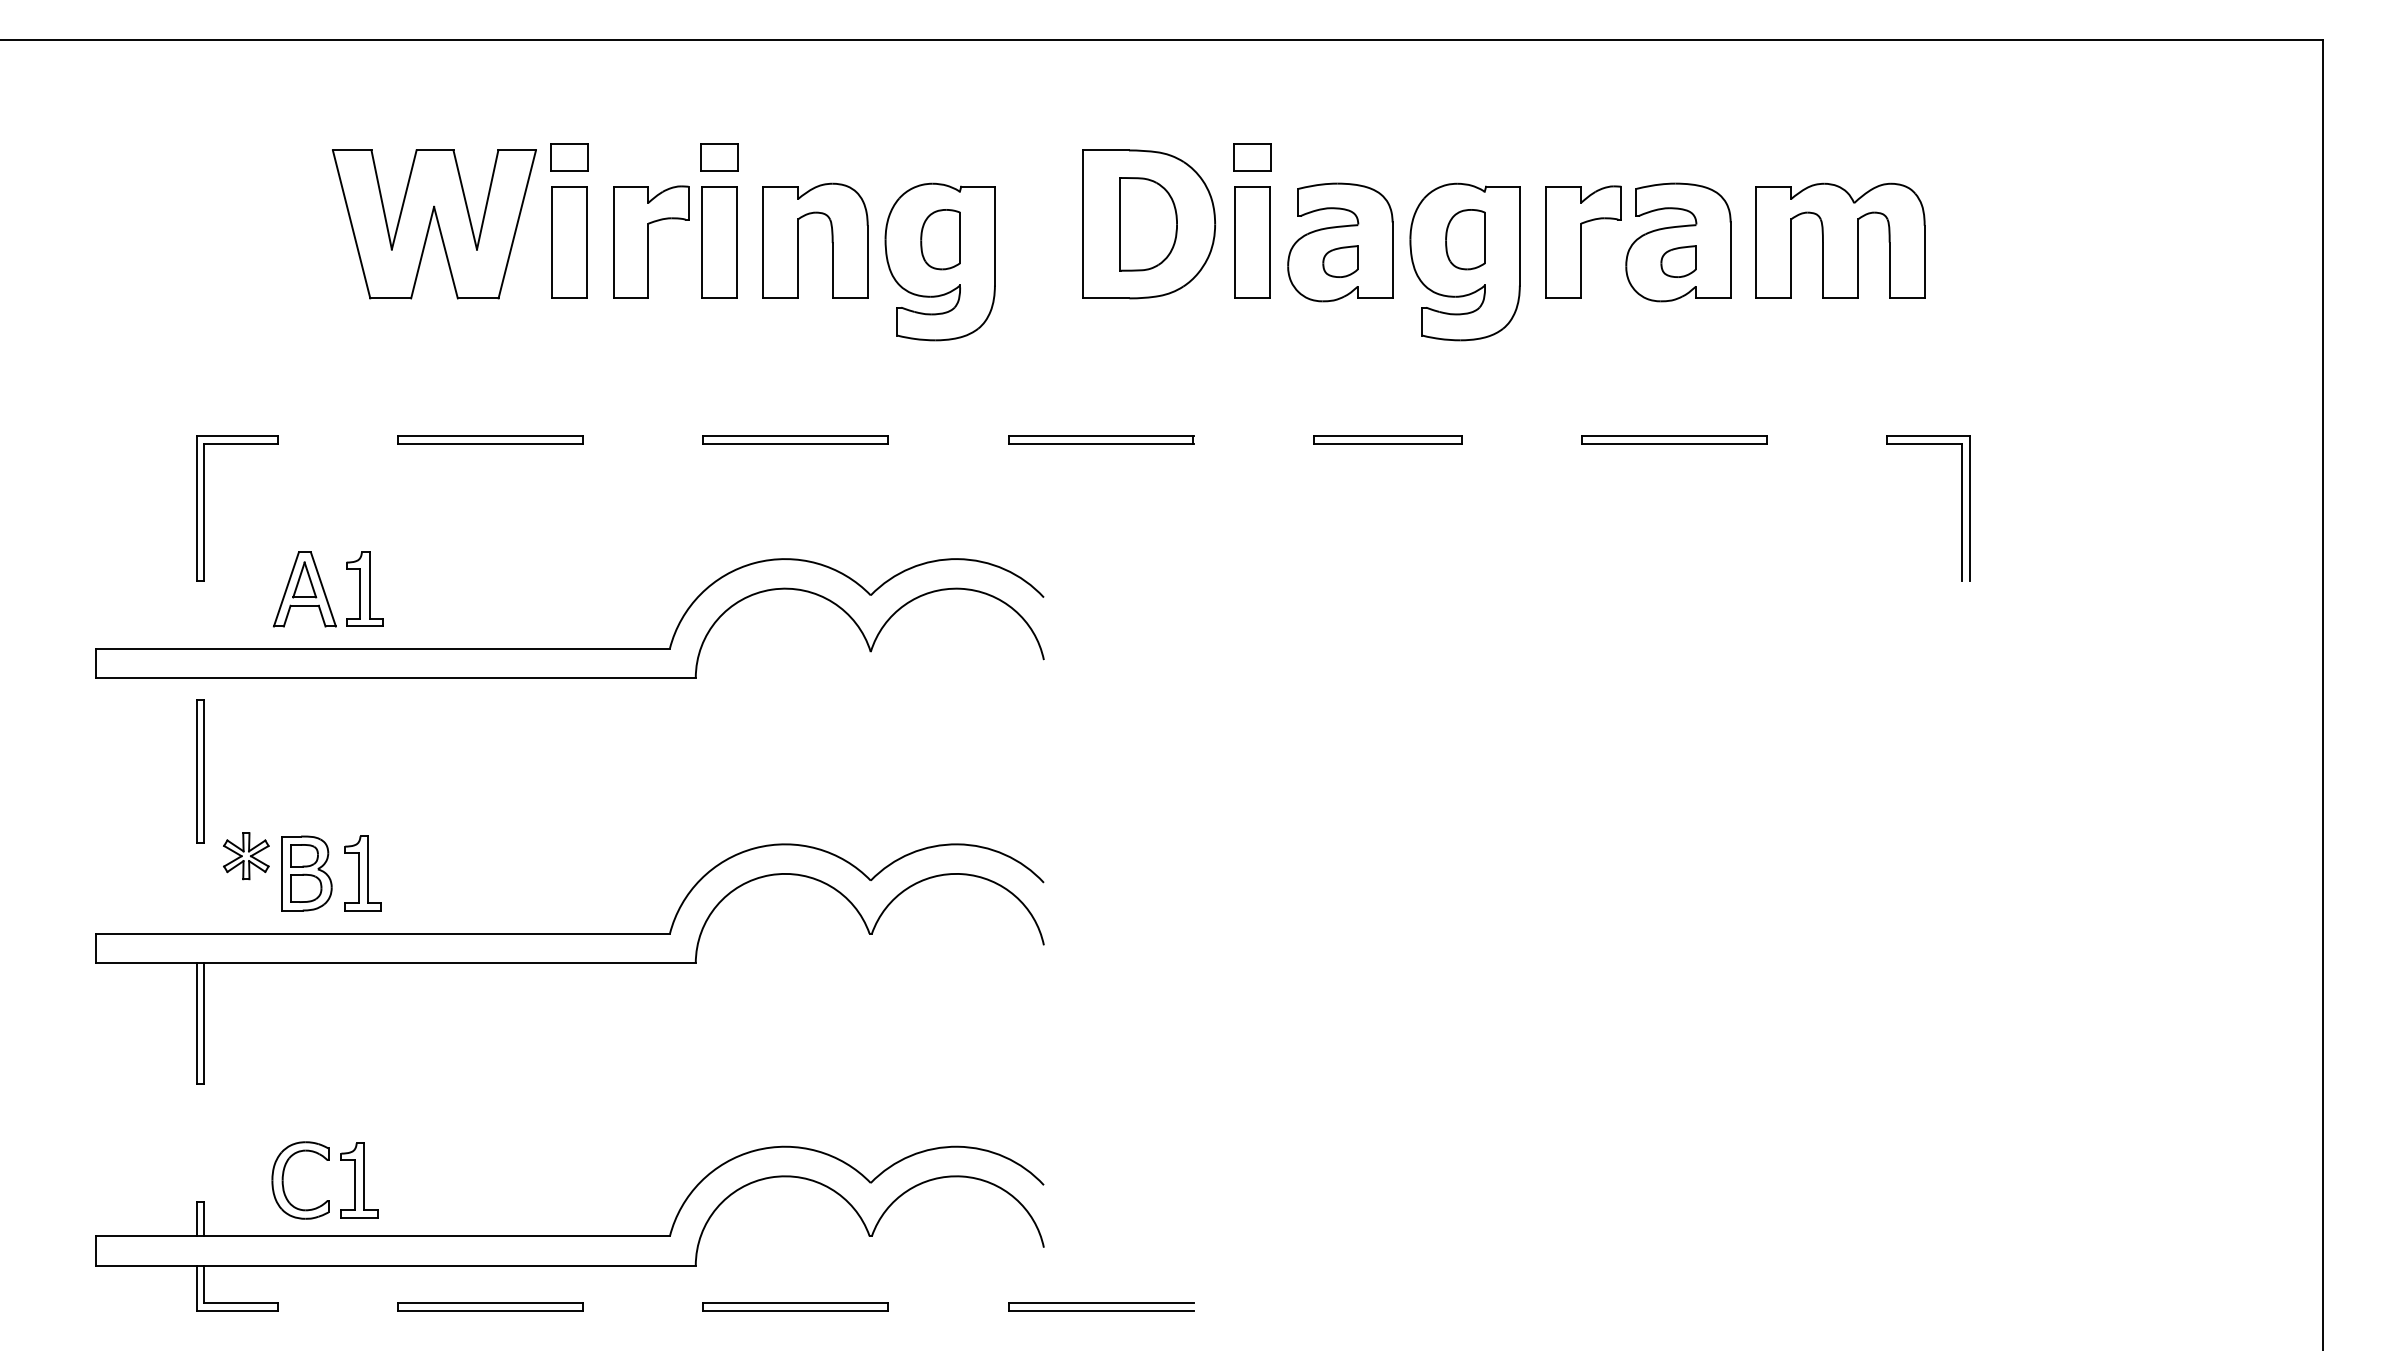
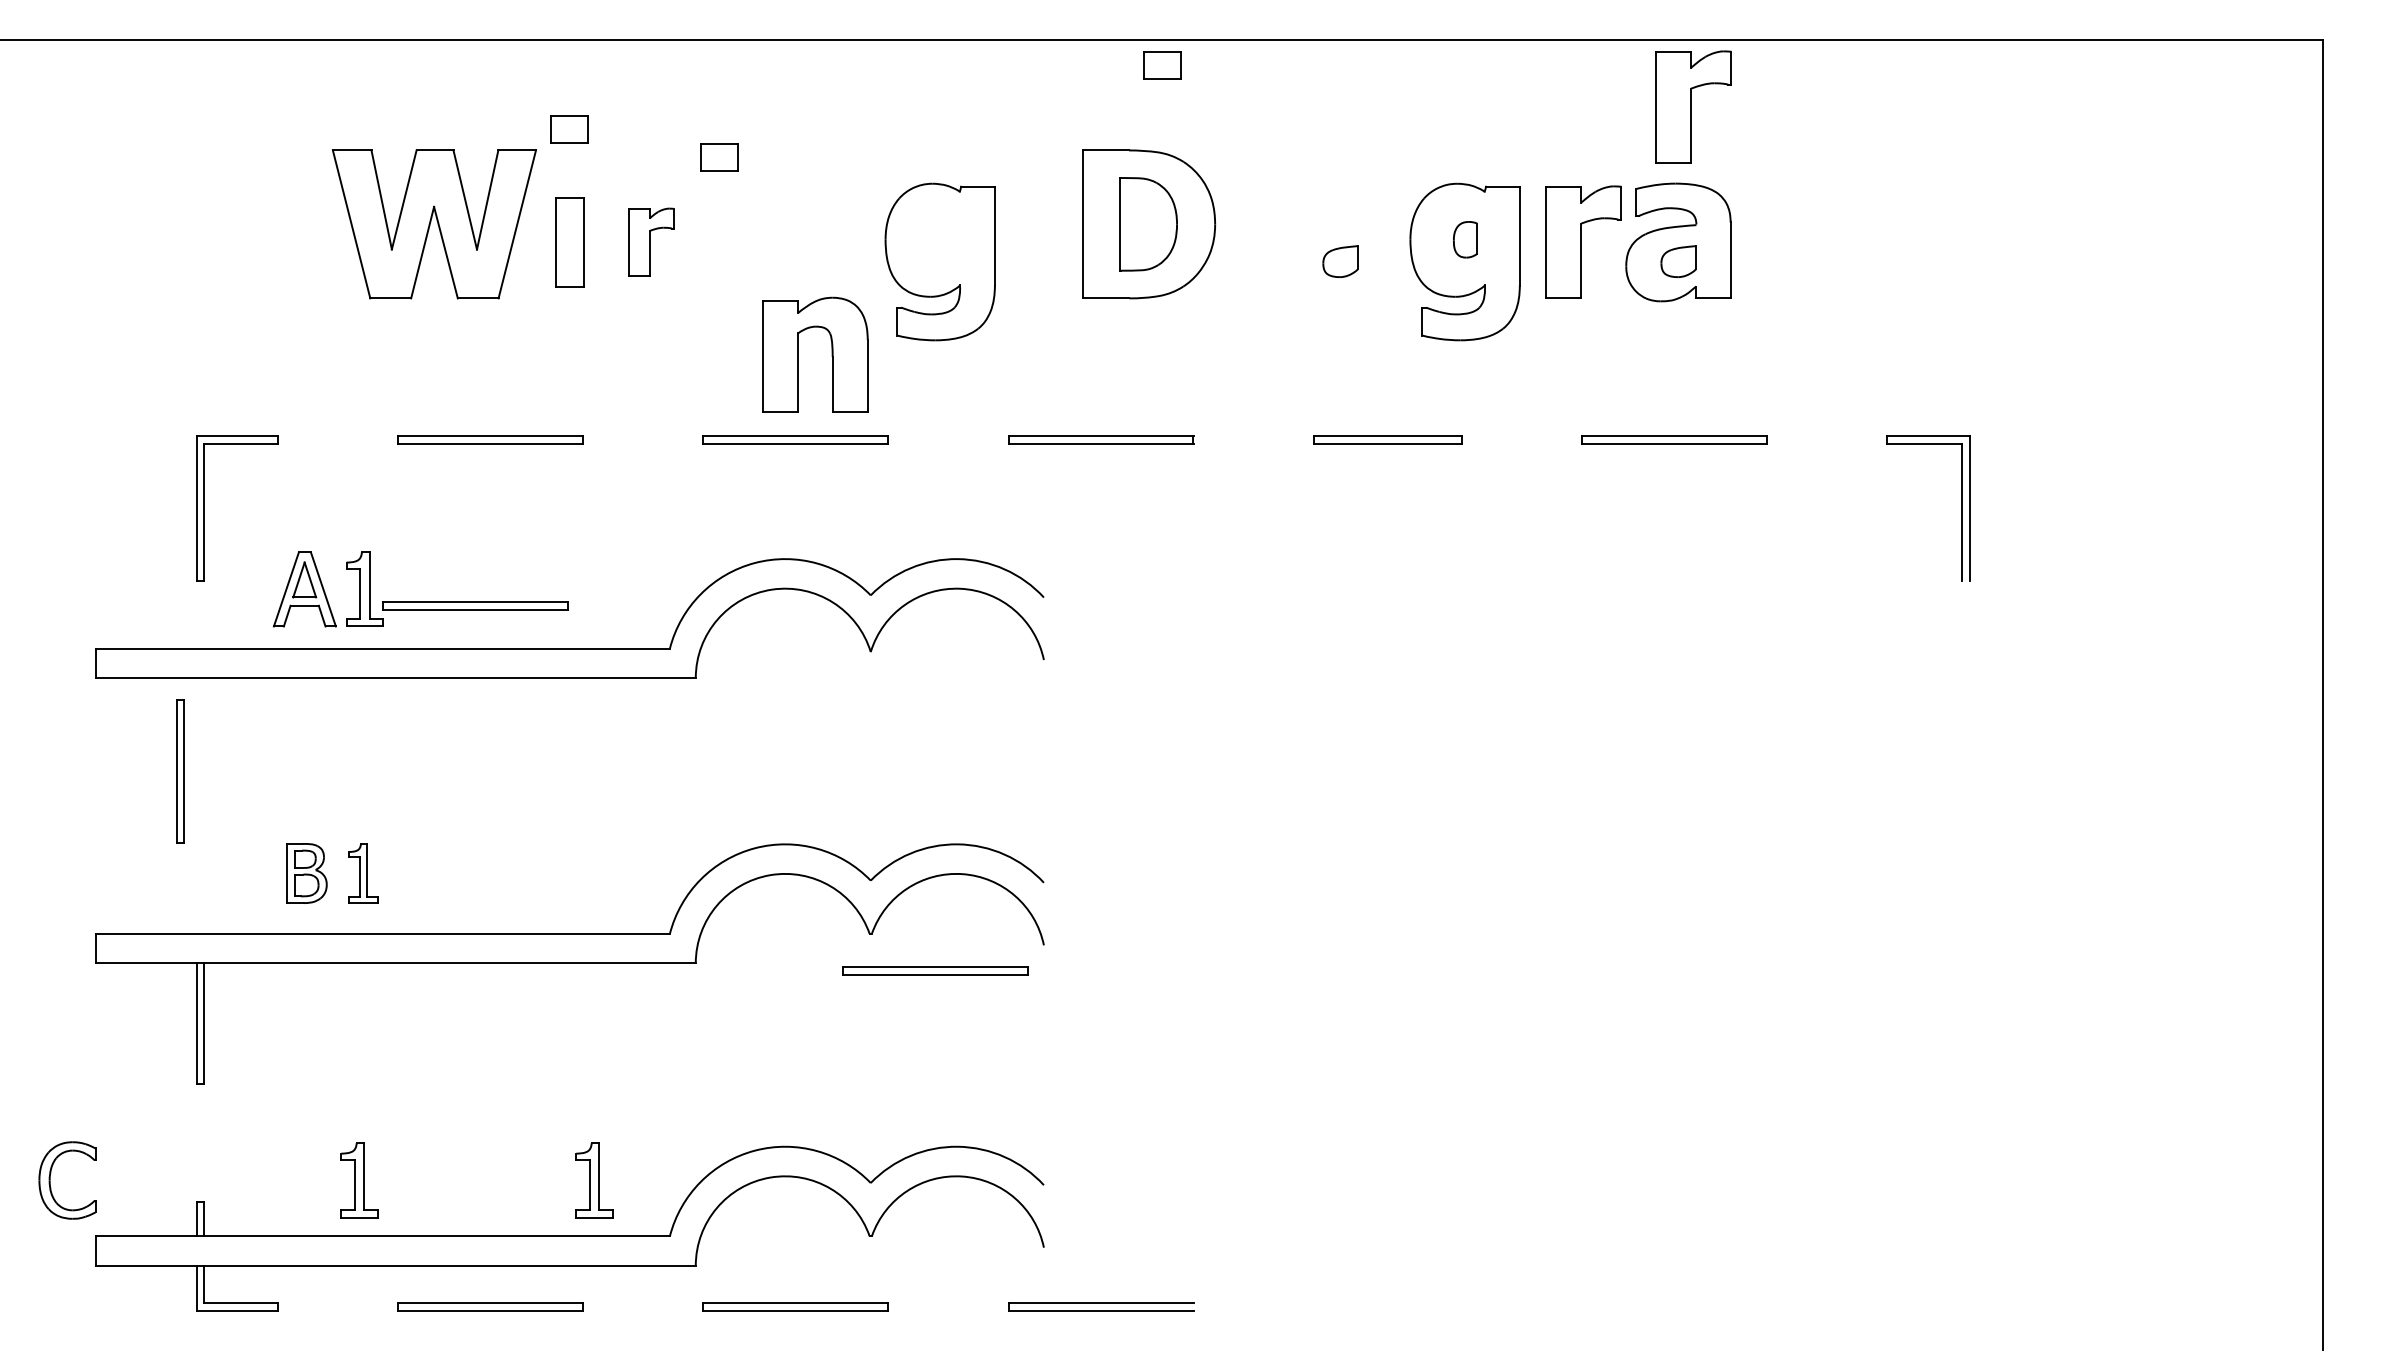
part at (1693, 106): none -> present
part at (569, 157) position: (569, 157) -> (569, 129)
part at (1252, 157) position: (1252, 157) -> (1162, 65)
part at (940, 239): present -> none
part at (1465, 239) size: 41x62 px -> 25x38 px
part at (831, 240) position: (831, 240) -> (831, 354)
part at (1840, 240): present -> none
part at (651, 241) size: 77x114 px -> 47x70 px
part at (569, 242) size: 37x113 px -> 30x91 px
part at (719, 242): present -> none
part at (1252, 242): present -> none
part at (1340, 242): present -> none
part at (475, 605): none -> present
part at (200, 771) position: (200, 771) -> (180, 771)
part at (246, 856): present -> none
part at (306, 873) size: 52x77 px -> 42x61 px
part at (362, 873) size: 38x77 px -> 31x61 px
part at (935, 970): none -> present
part at (283, 1180) position: (283, 1180) -> (50, 1180)
part at (594, 1180): none -> present
